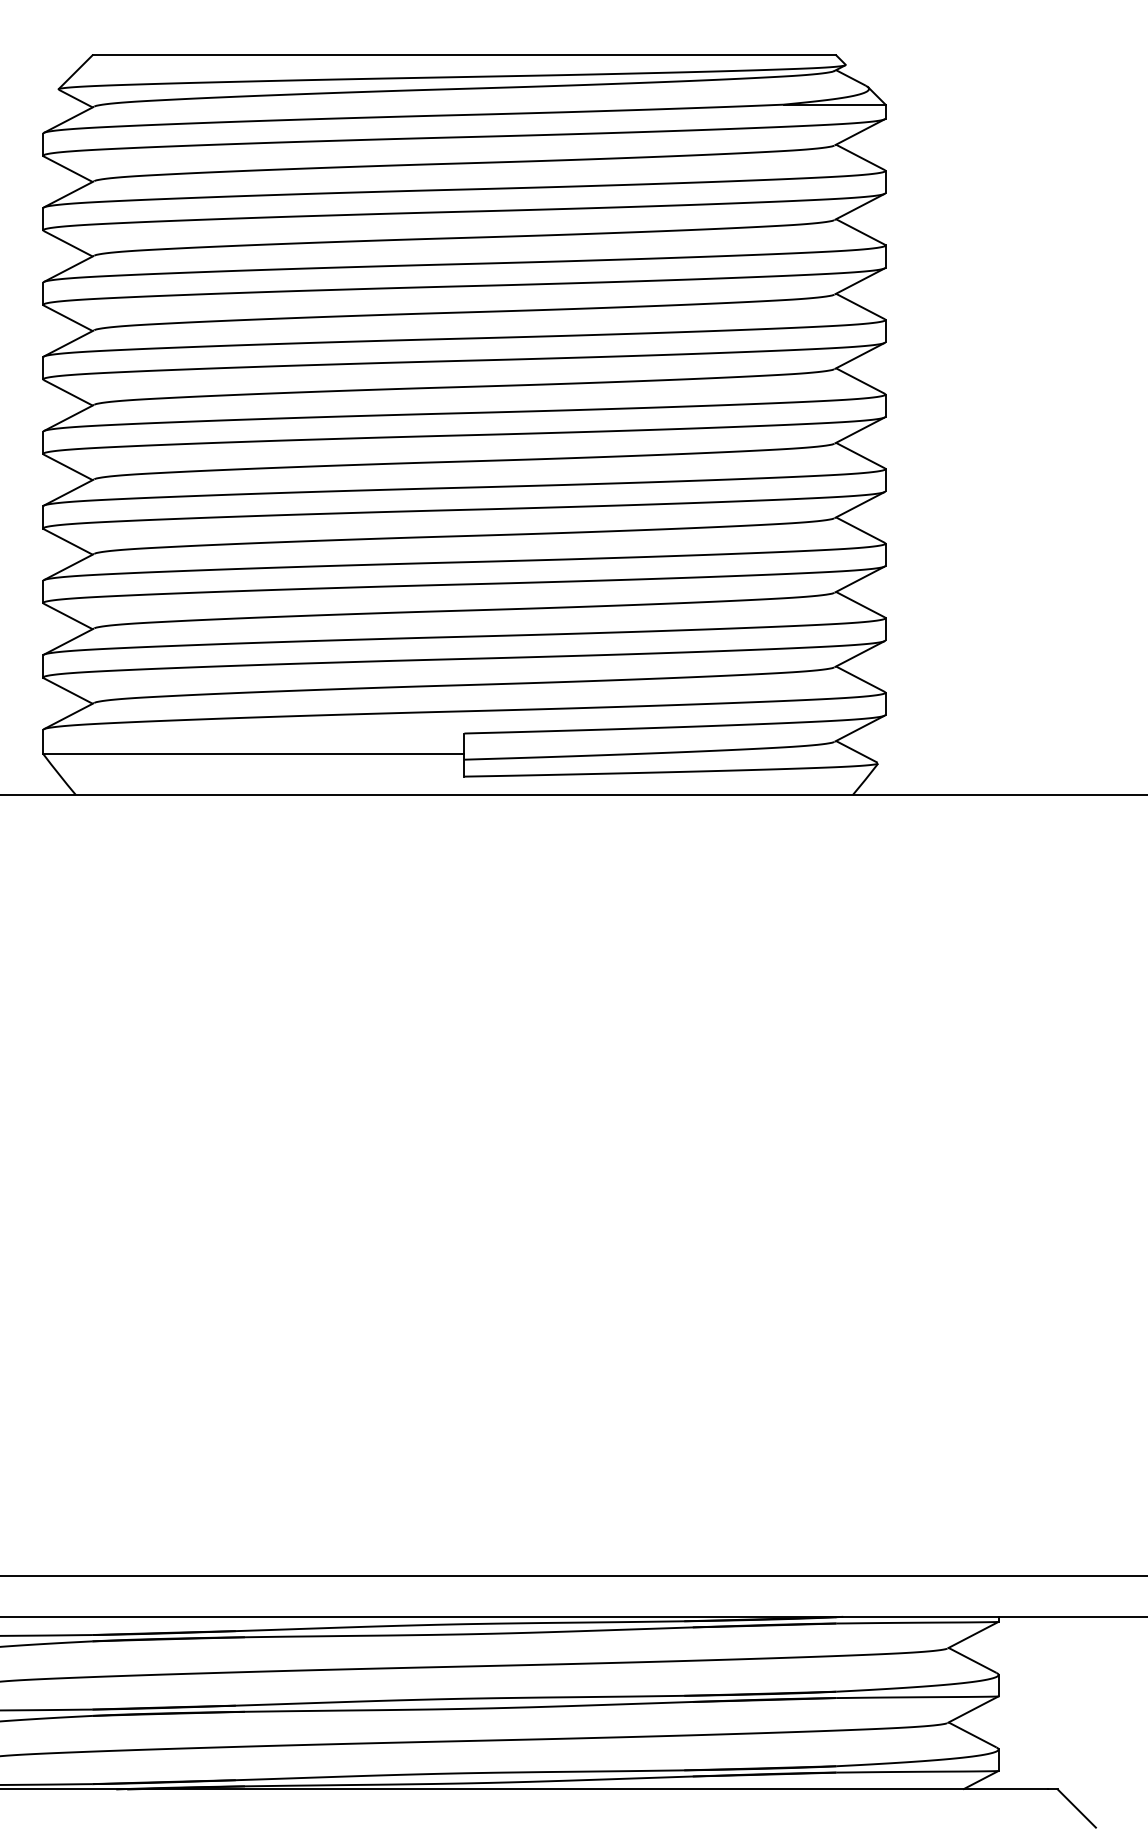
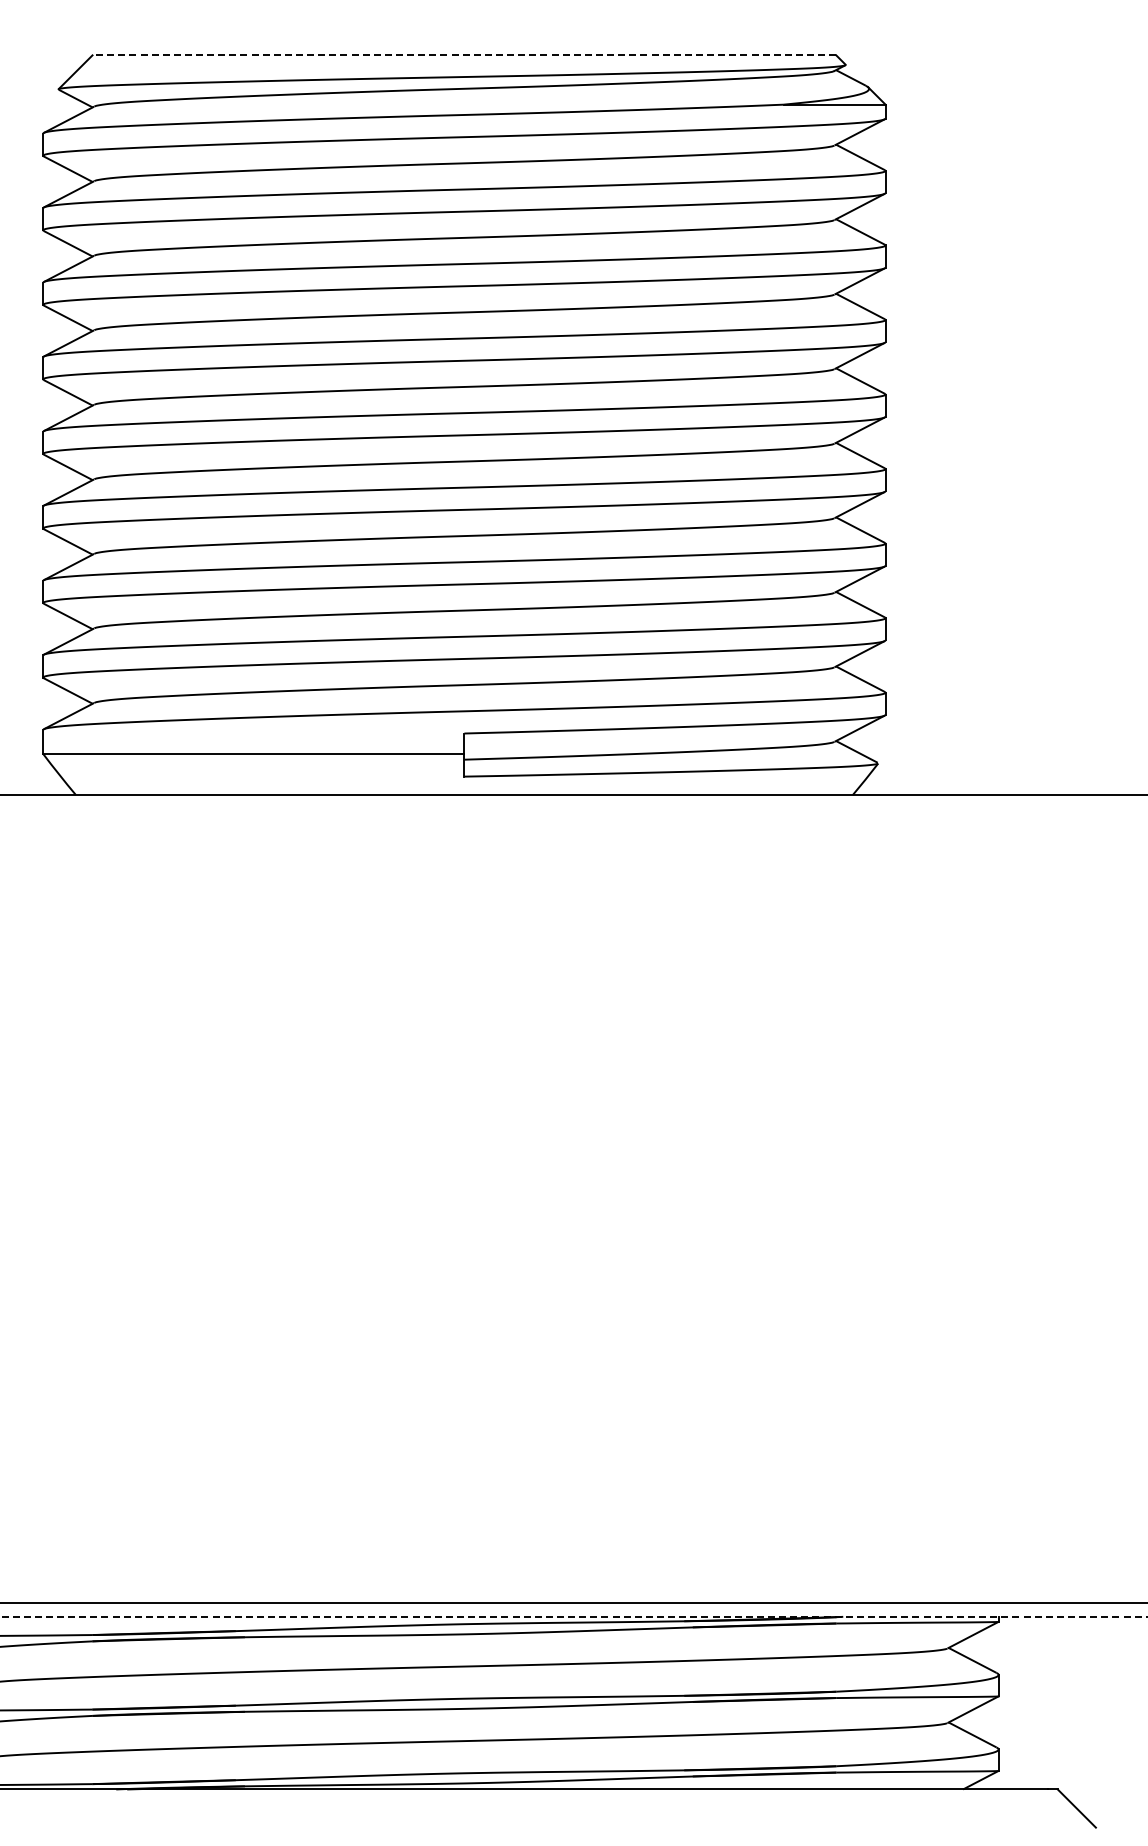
line at (464, 55): solid -> dashed
line at (573, 1575) position: (573, 1575) -> (573, 1602)
line at (574, 1616): solid -> dashed
